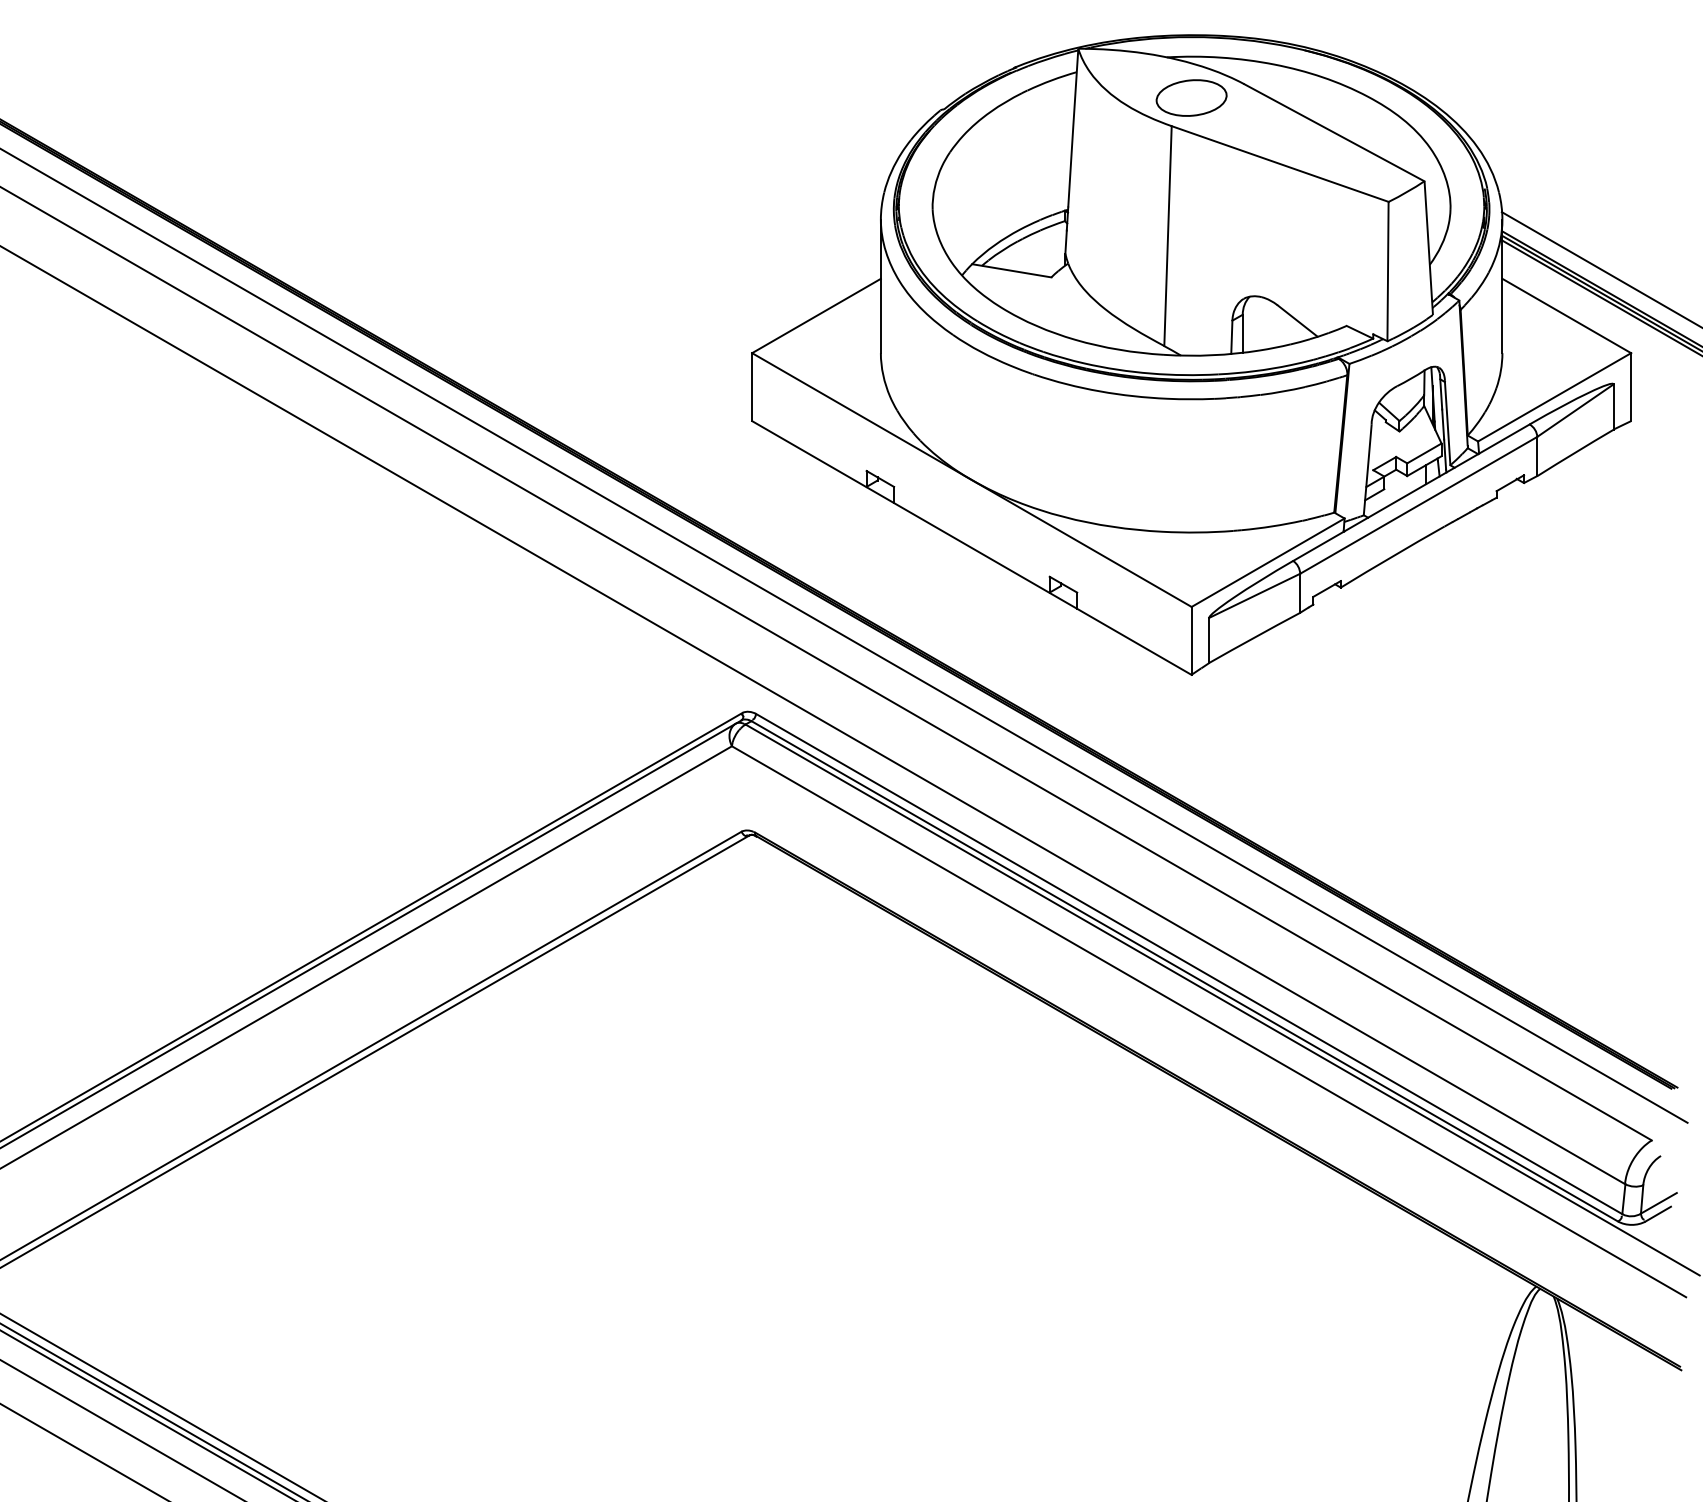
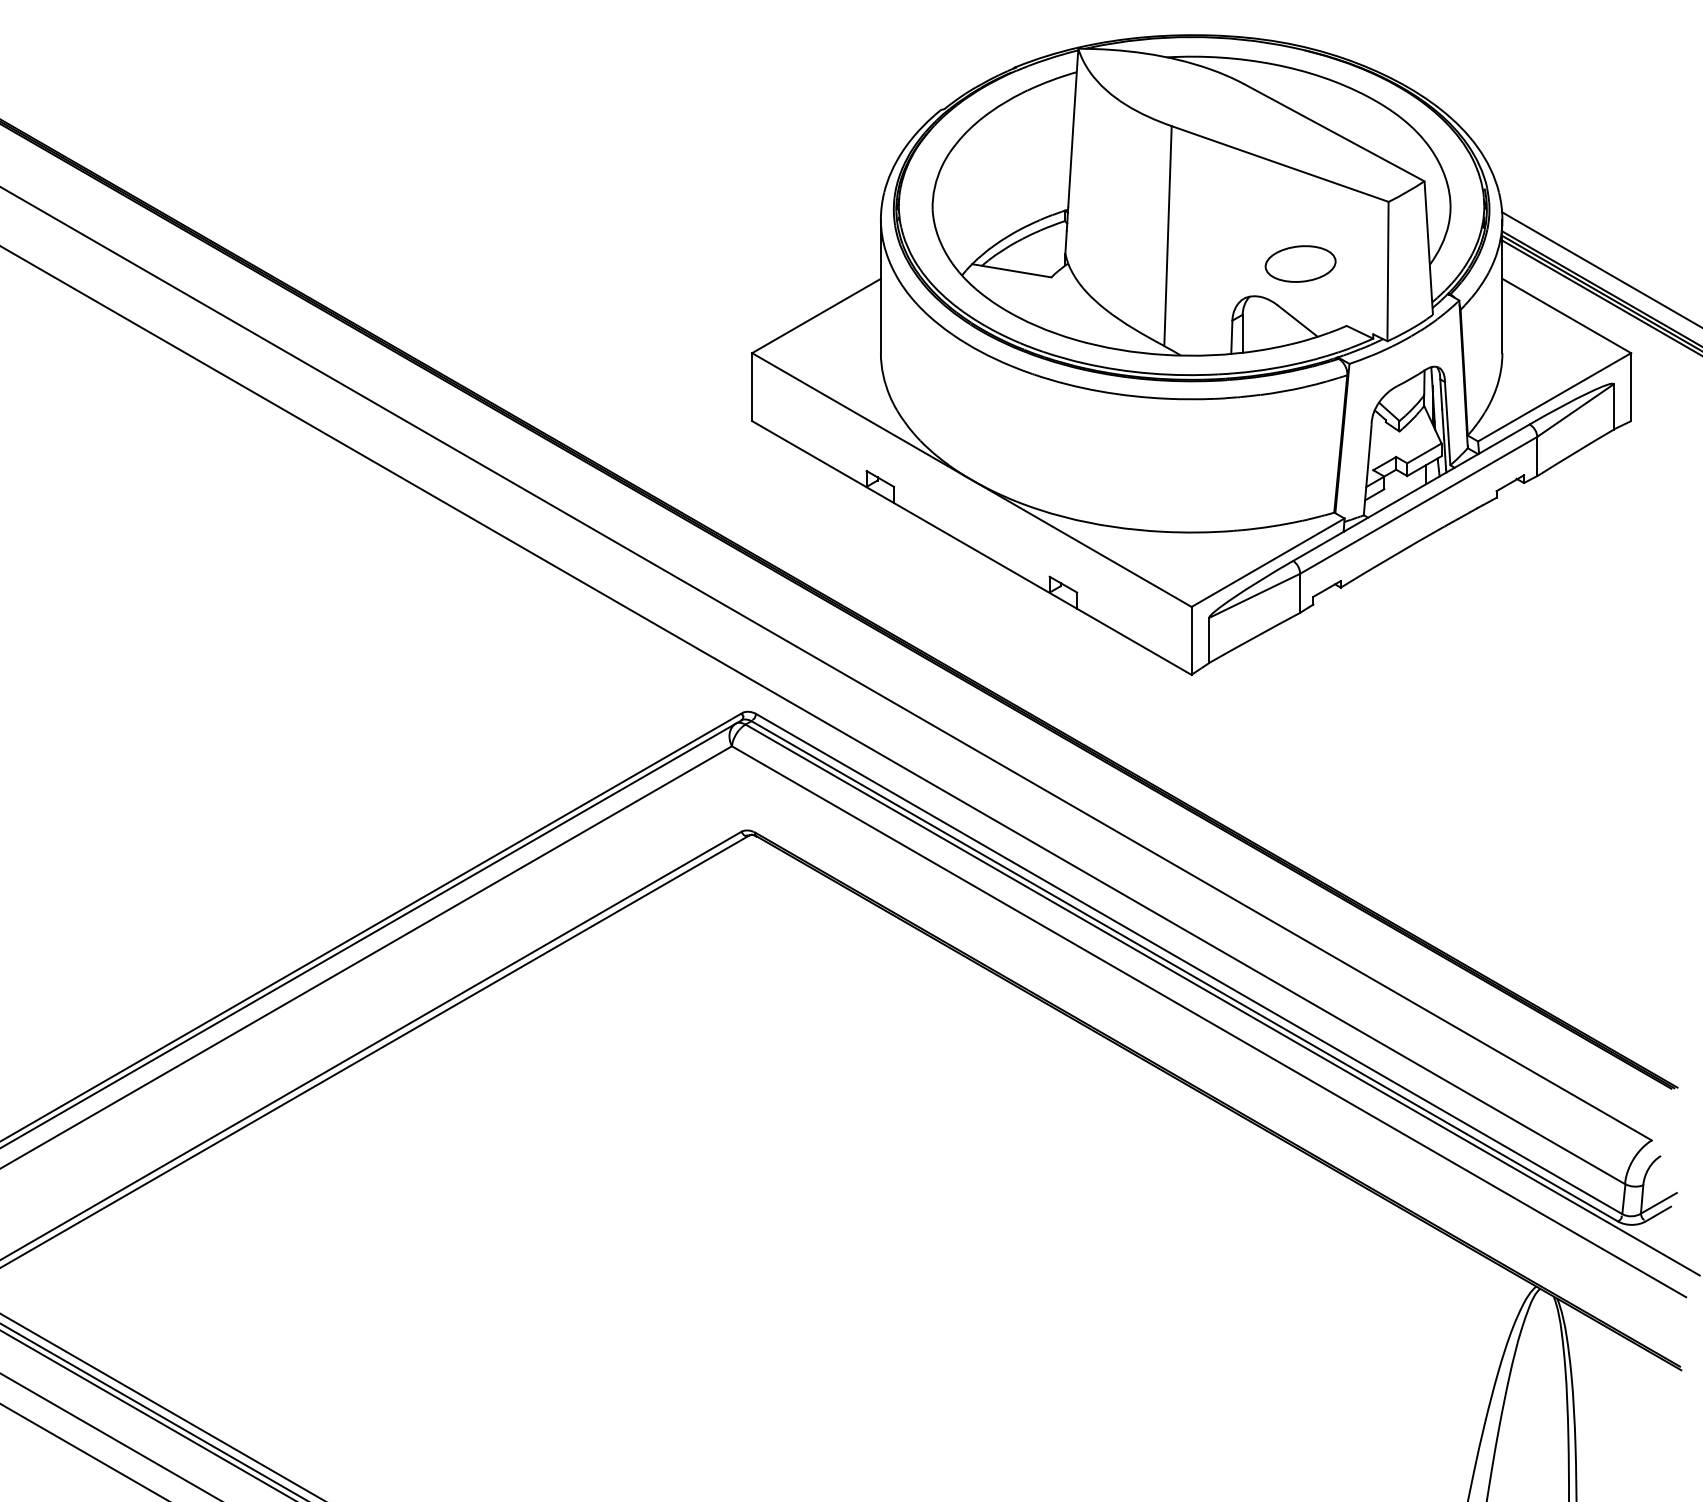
part at (1191, 97) position: (1191, 97) -> (1300, 263)
line at (844, 635): present -> none
line at (121, 1429) position: (121, 1429) -> (109, 1436)
